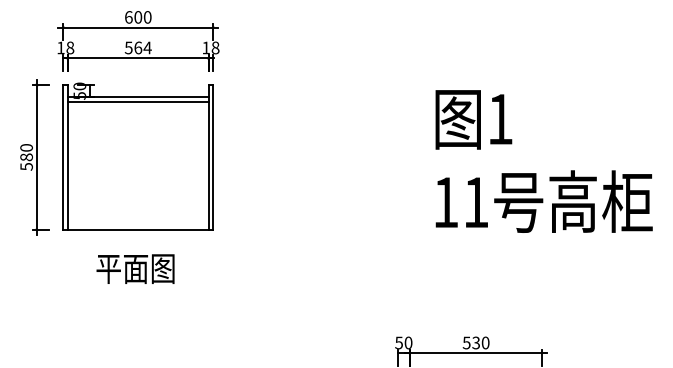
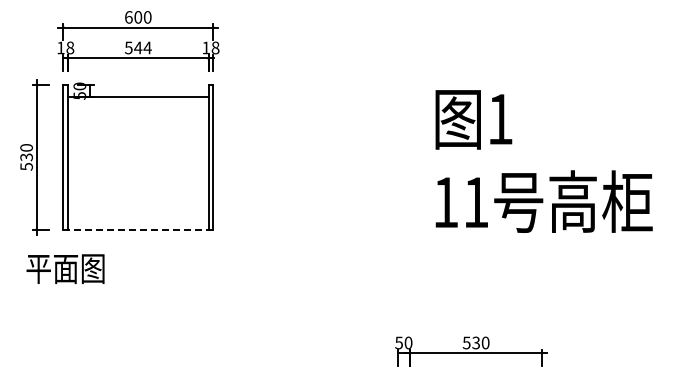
text at (138, 47): 564 -> 544
line at (137, 101): present -> none
text at (26, 157): 580 -> 530
line at (138, 229): solid -> dashed
text at (135, 268) position: (135, 268) -> (65, 268)
